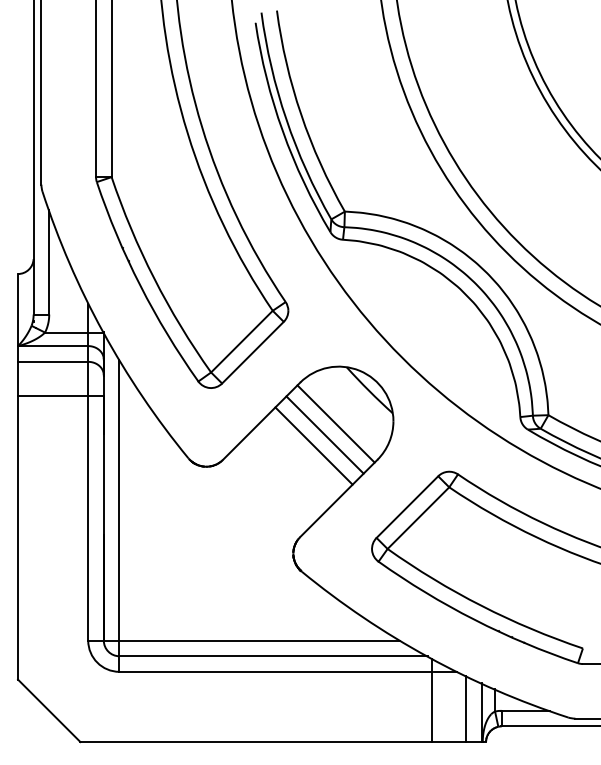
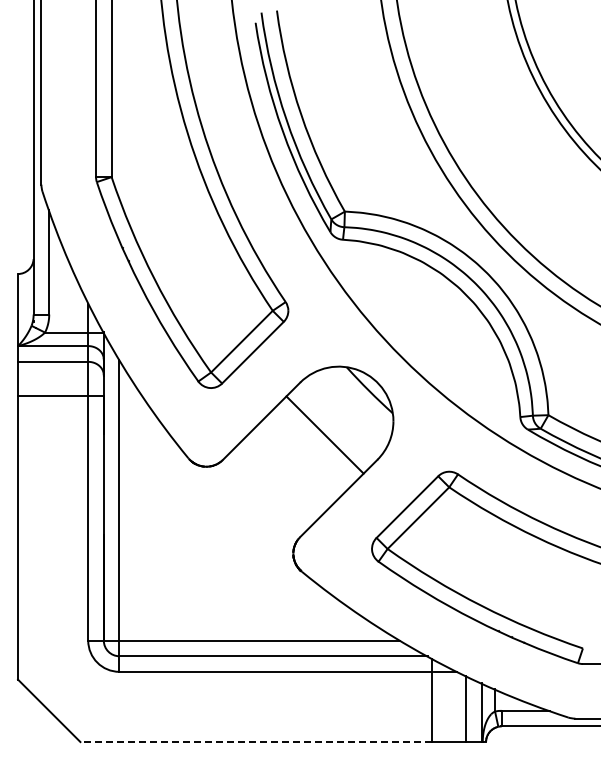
line at (335, 423): present -> none
line at (313, 445): present -> none
line at (256, 742): solid -> dashed
